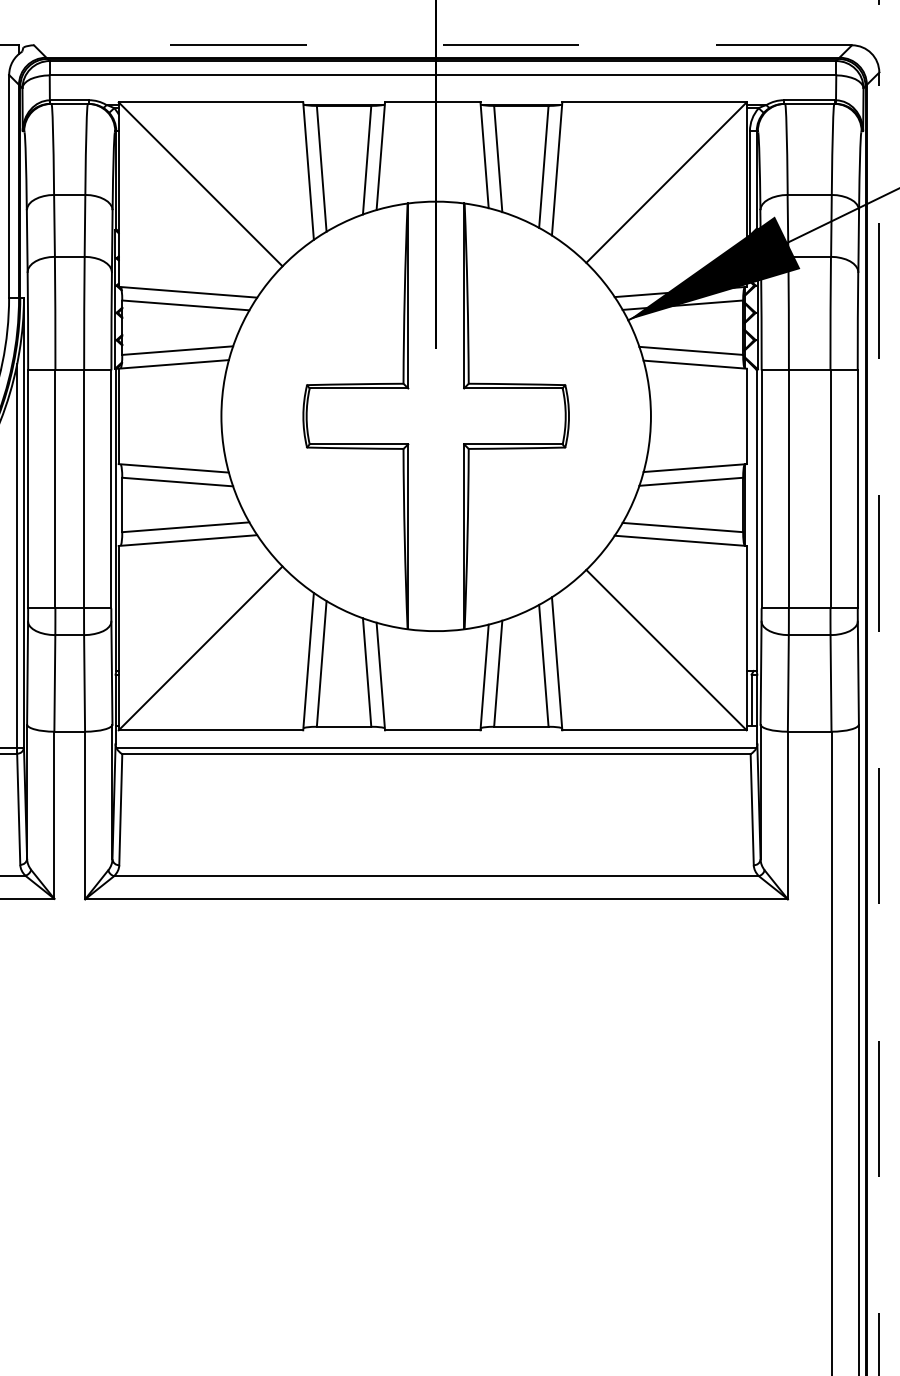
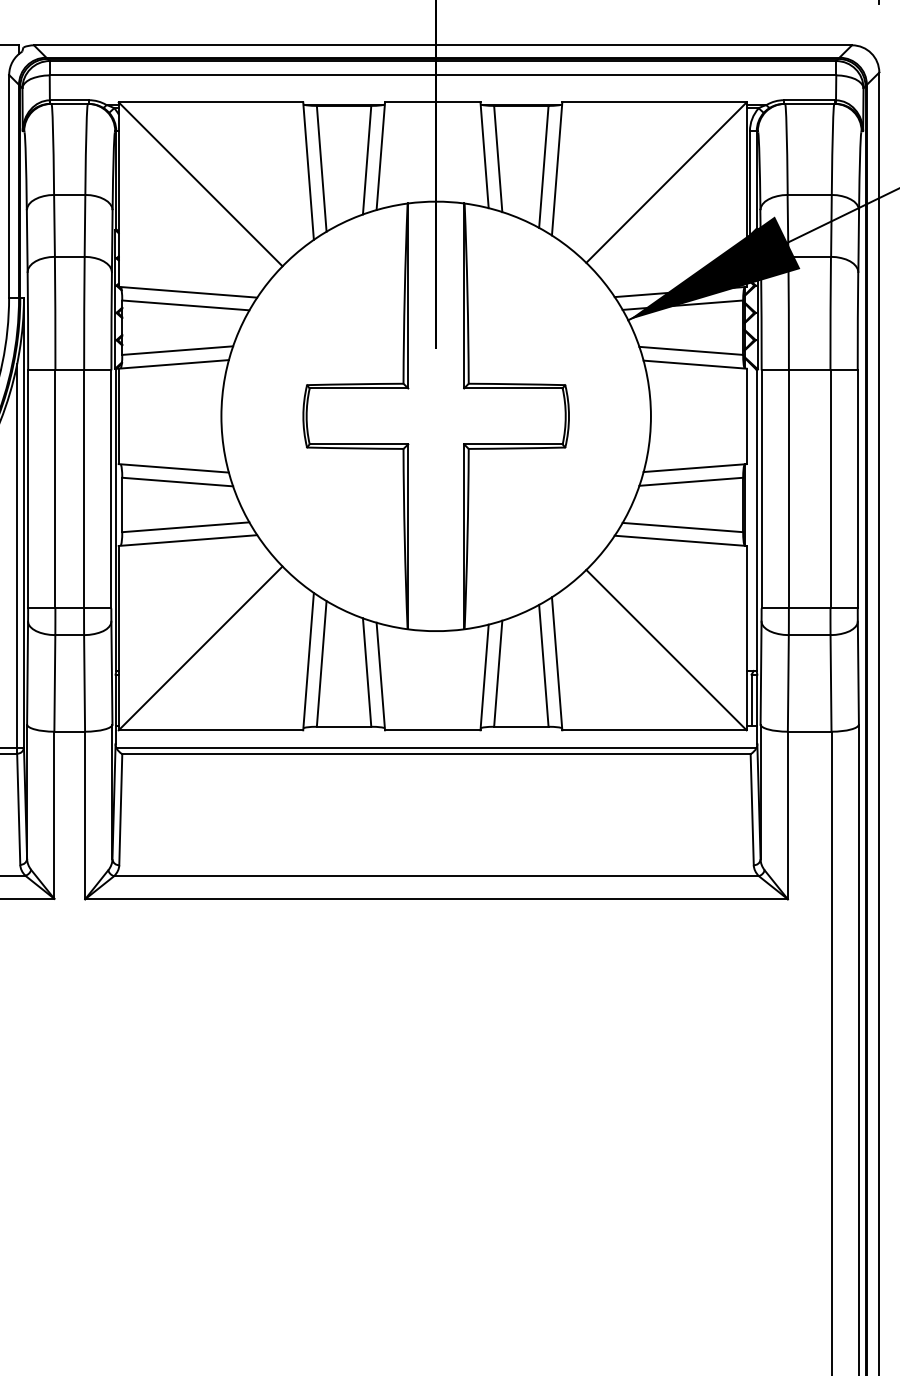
line at (442, 45): dashed -> solid
line at (879, 723): dashed -> solid
